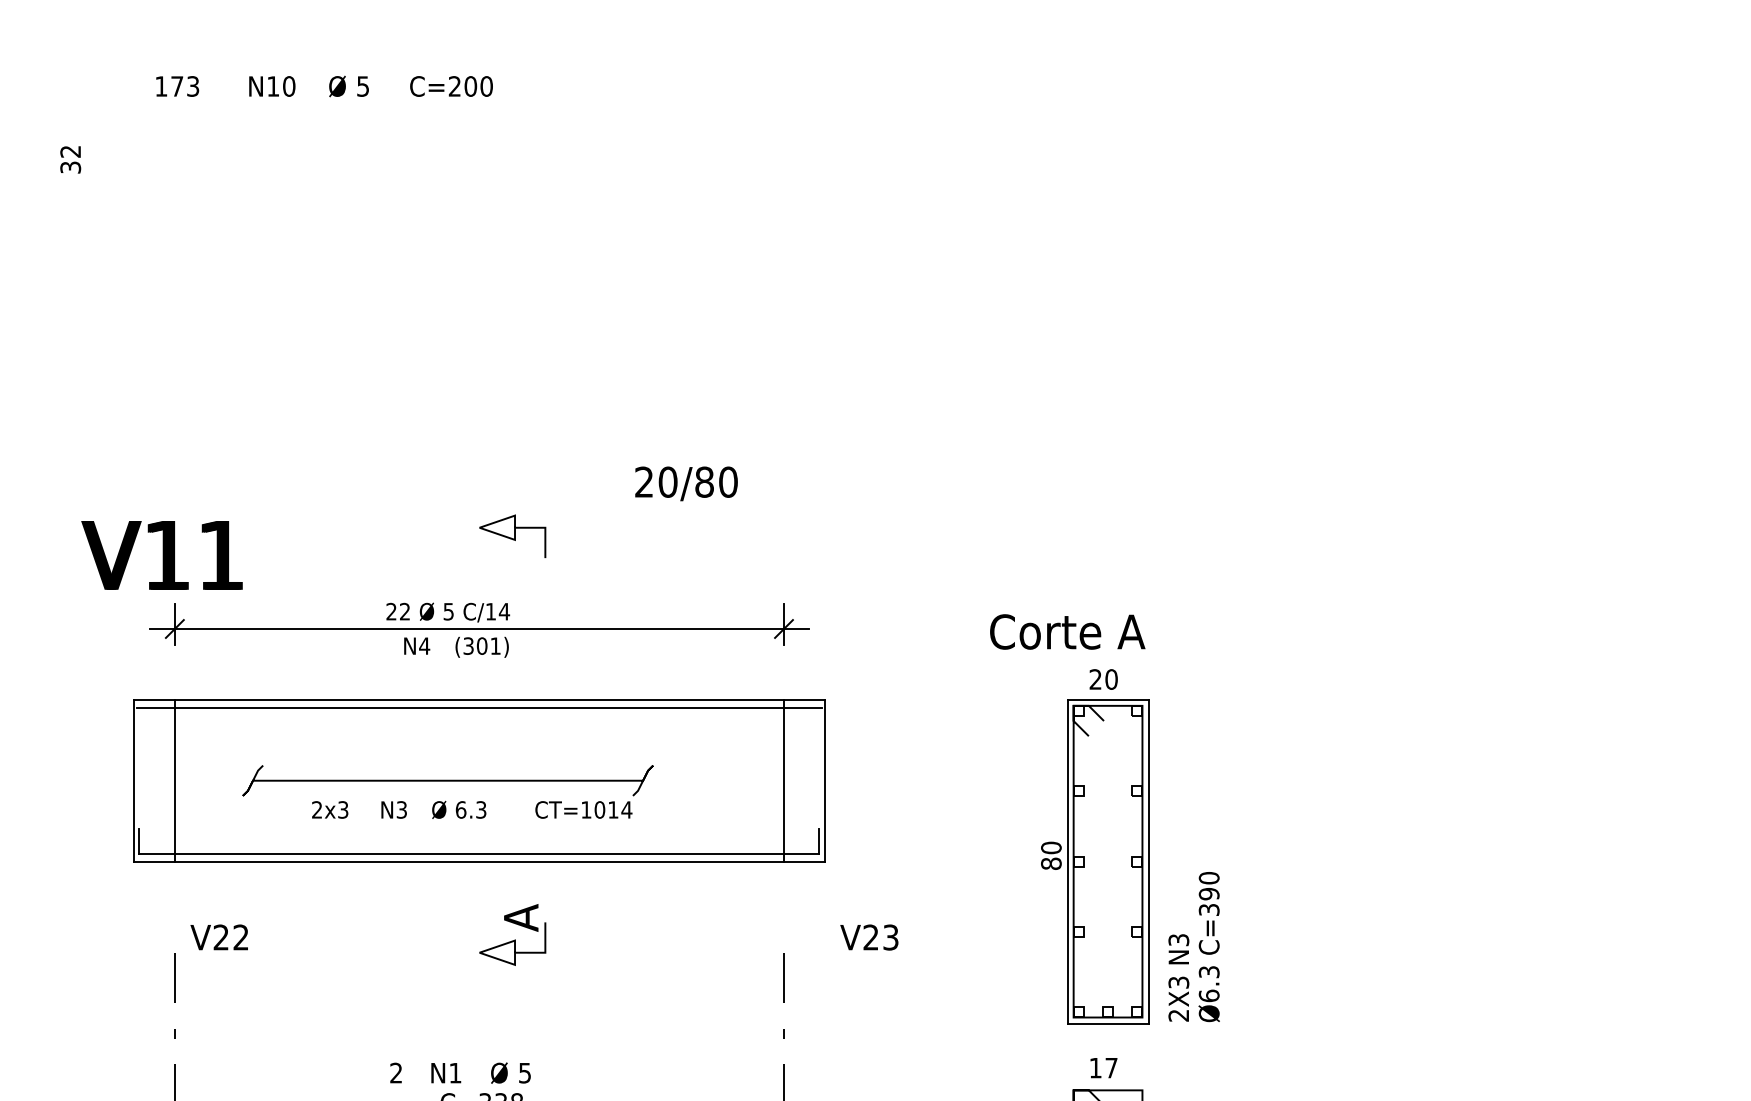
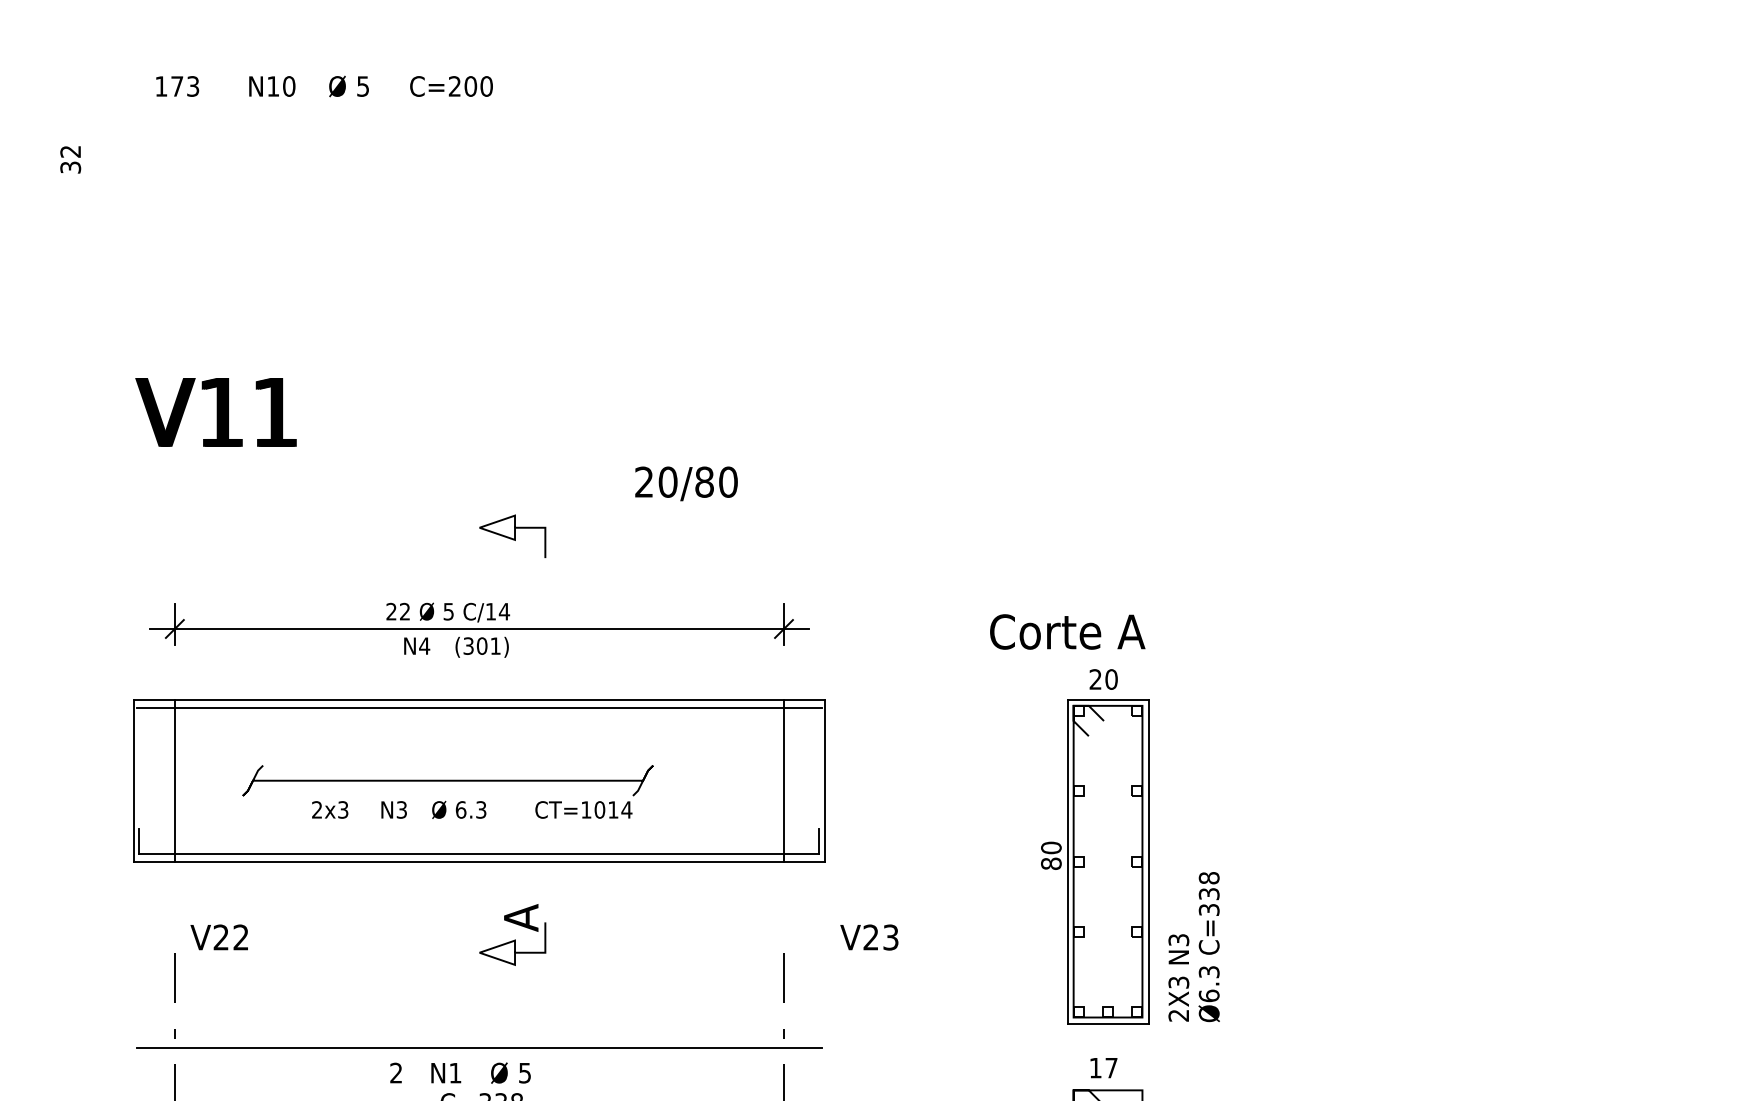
text at (161, 555) position: (161, 555) -> (215, 412)
text at (1209, 886): C=390 -> C=338
line at (479, 1047): none -> present
